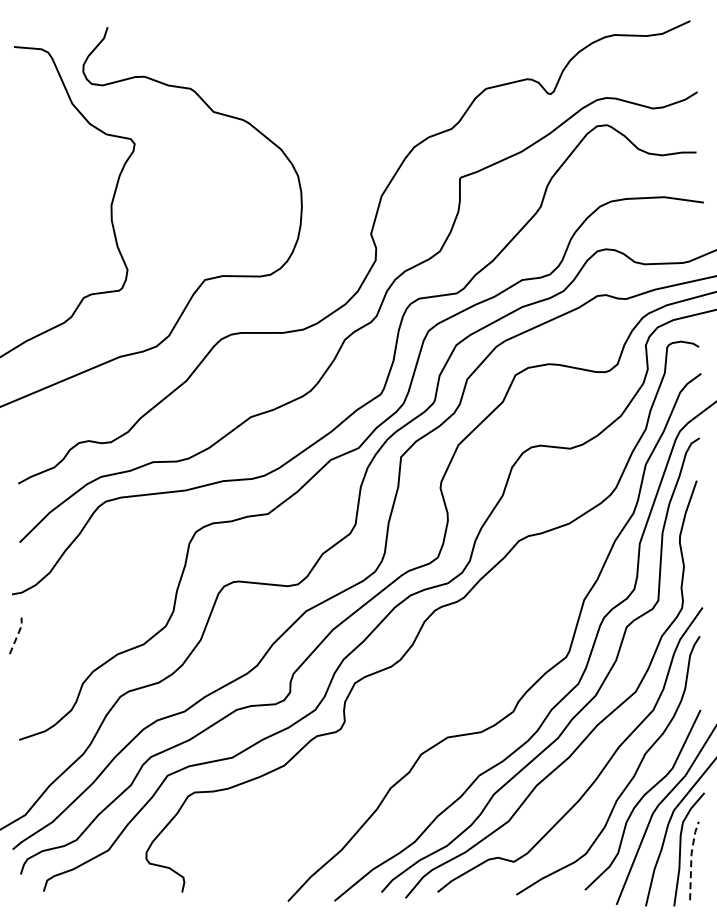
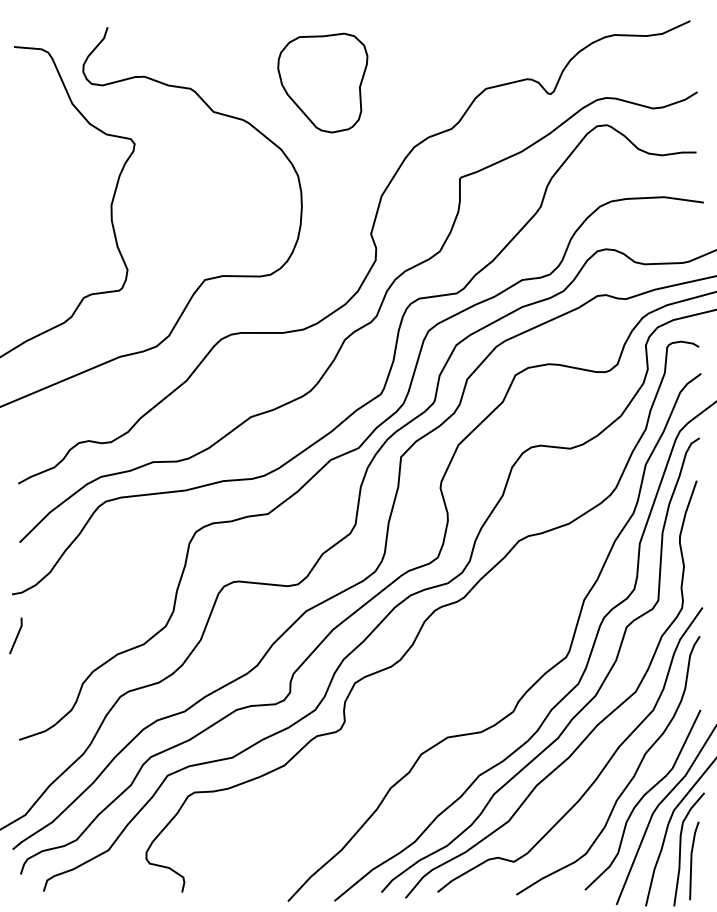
part at (322, 82): none -> present
line at (17, 634): dashed -> solid
line at (691, 858): dashed -> solid
